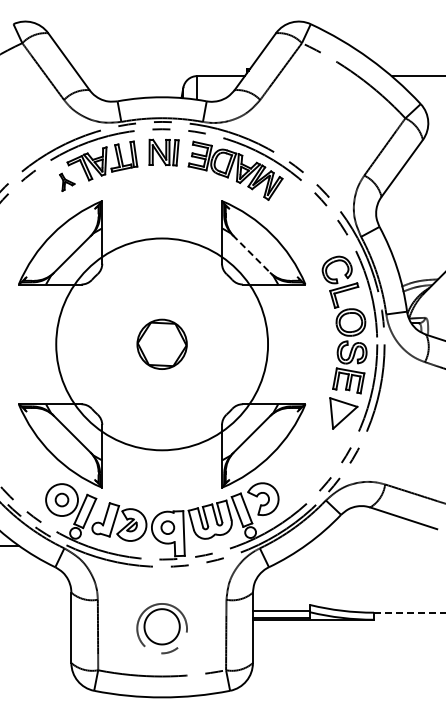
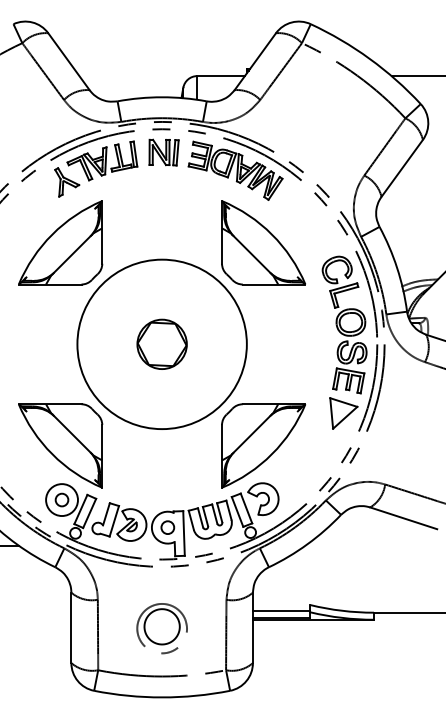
part at (67, 181) size: 17x20 px -> 27x31 px
line at (252, 254): dashed -> solid
circle at (162, 344) diameter: 212 px -> 169 px
line at (409, 612): dashed -> solid
